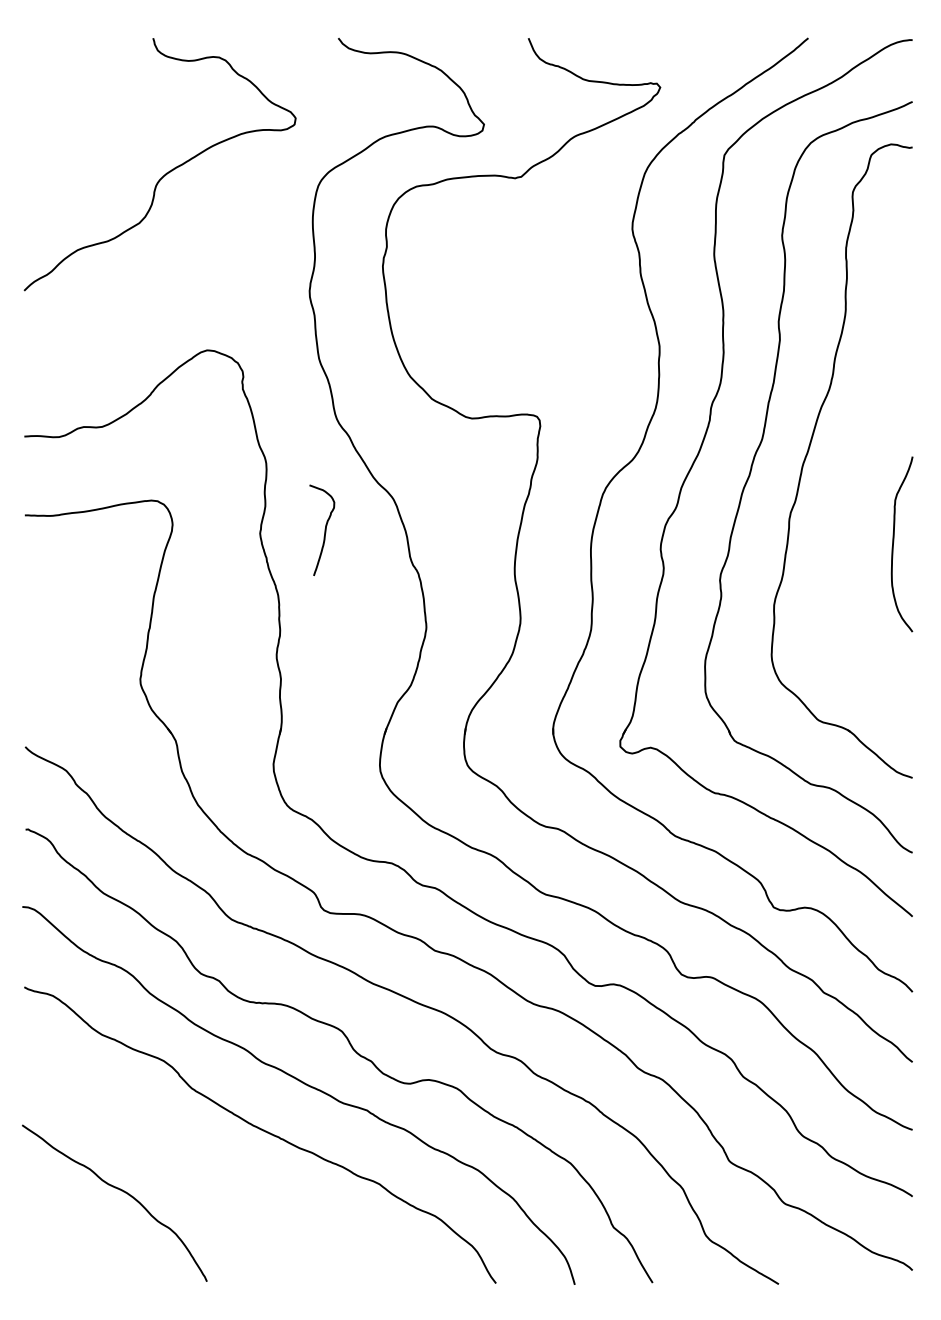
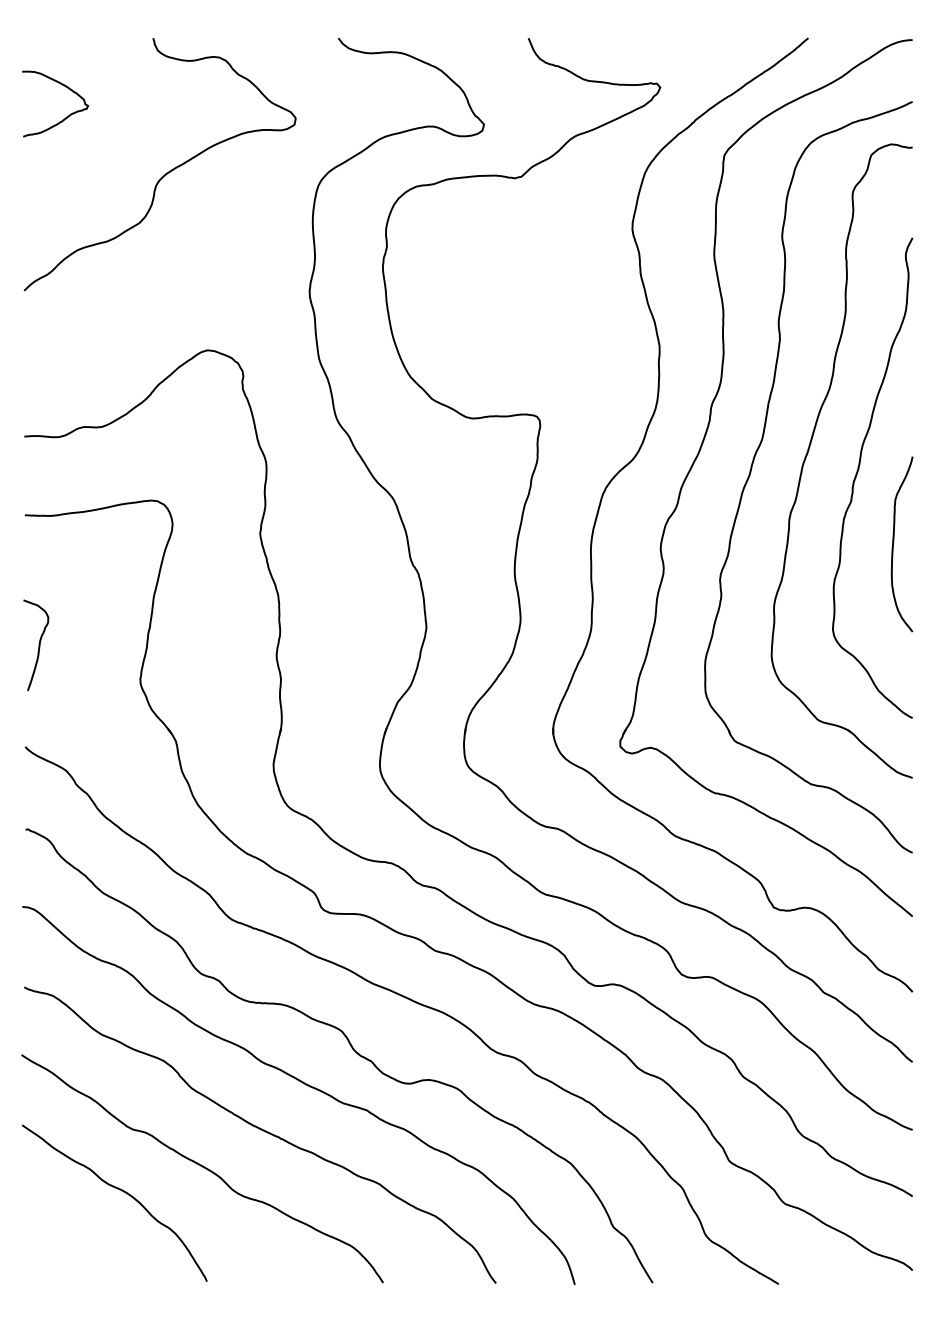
curve at (66, 116): none -> present
curve at (858, 472): none -> present
curve at (324, 529) position: (324, 529) -> (38, 644)
curve at (202, 1167): none -> present
